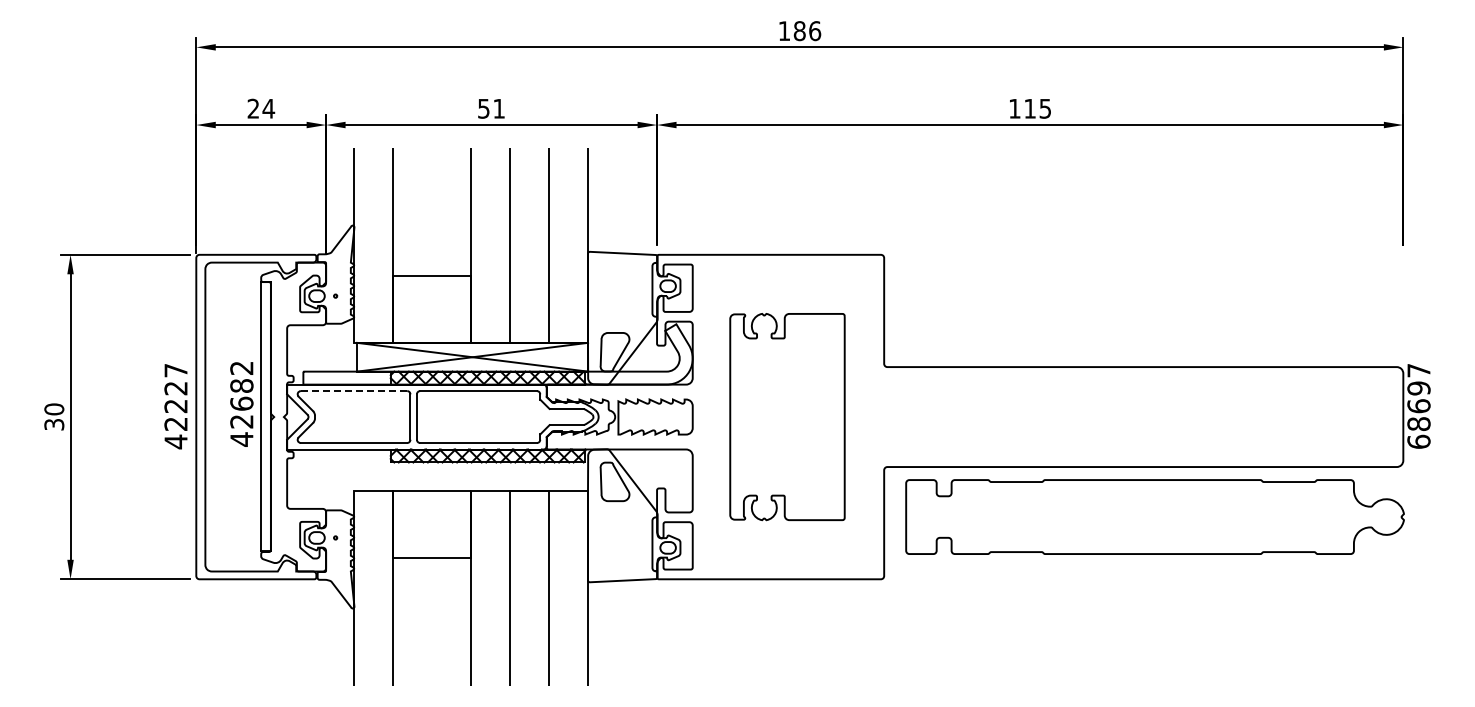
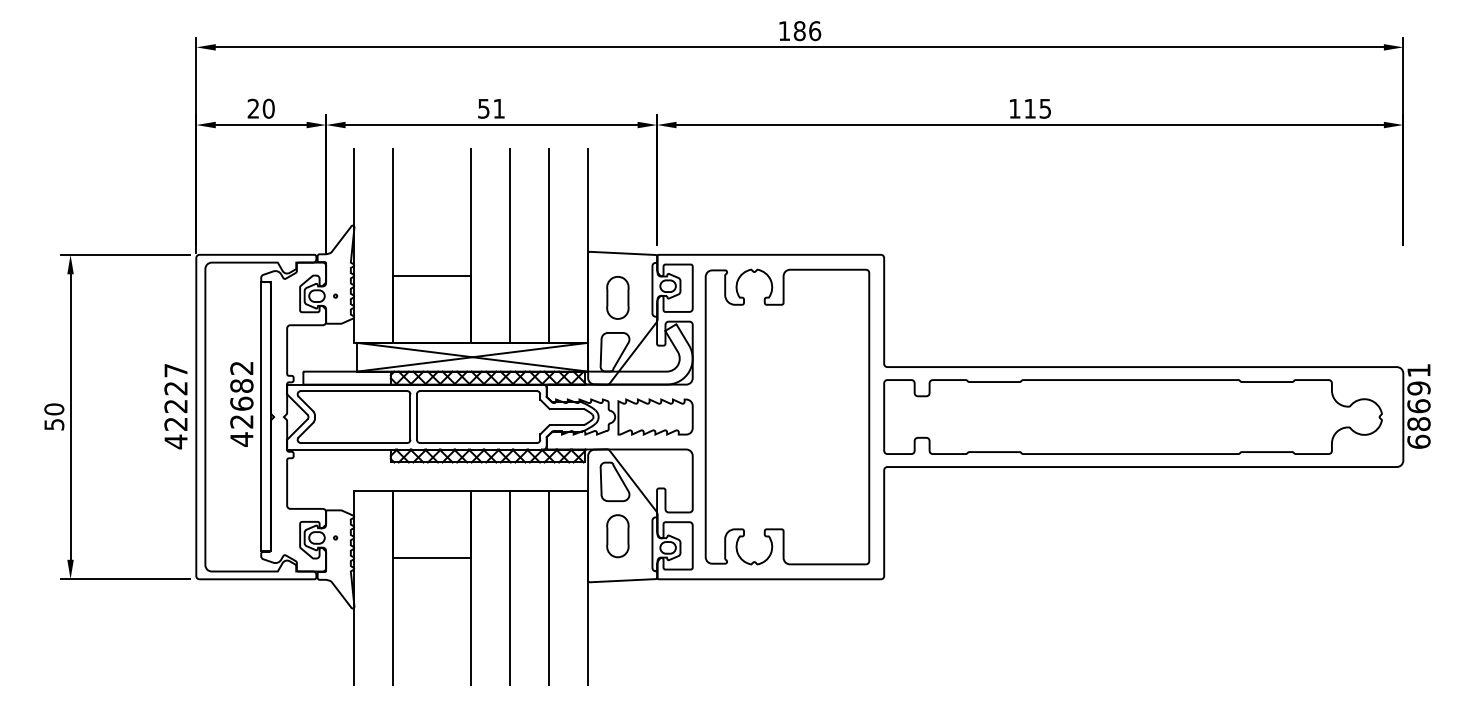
text at (268, 108): 24 -> 20
part at (617, 297): none -> present
text at (1418, 370): 68697 -> 68691
line at (354, 391): dashed -> solid
part at (787, 417) size: 117x209 px -> 167x298 px
text at (53, 424): 30 -> 50
part at (1154, 516) position: (1154, 516) -> (1132, 416)
part at (617, 536): none -> present
